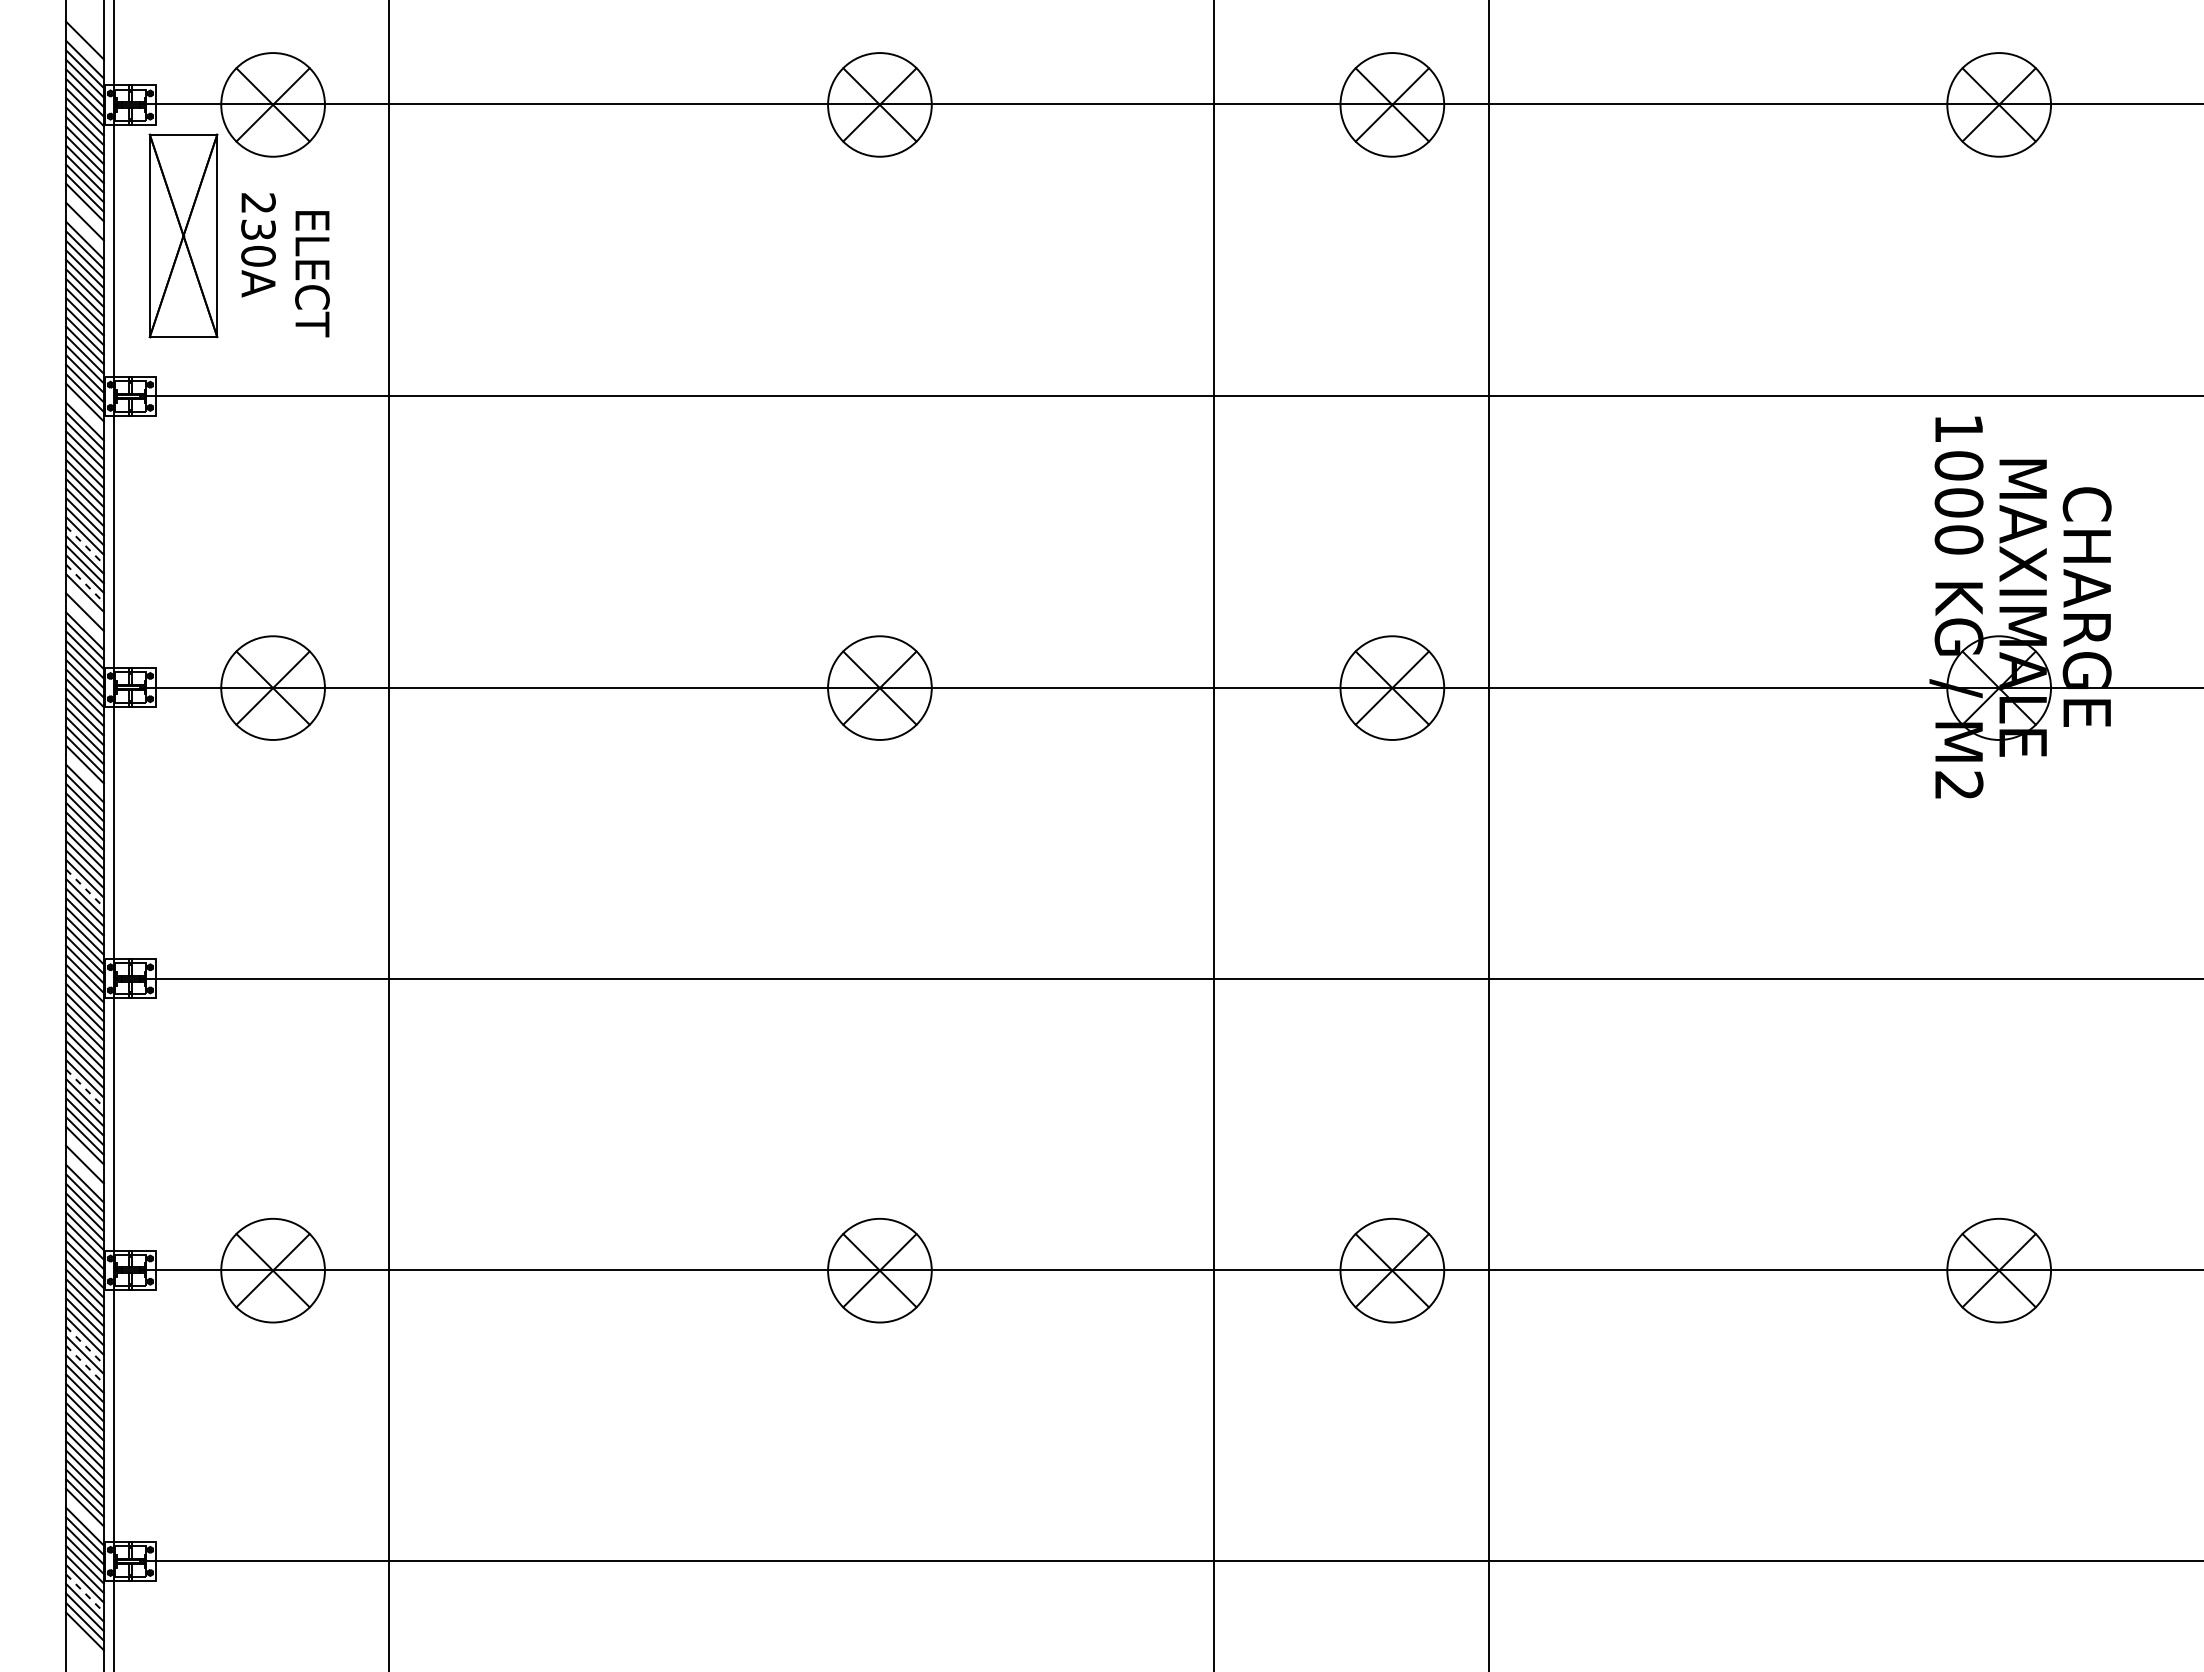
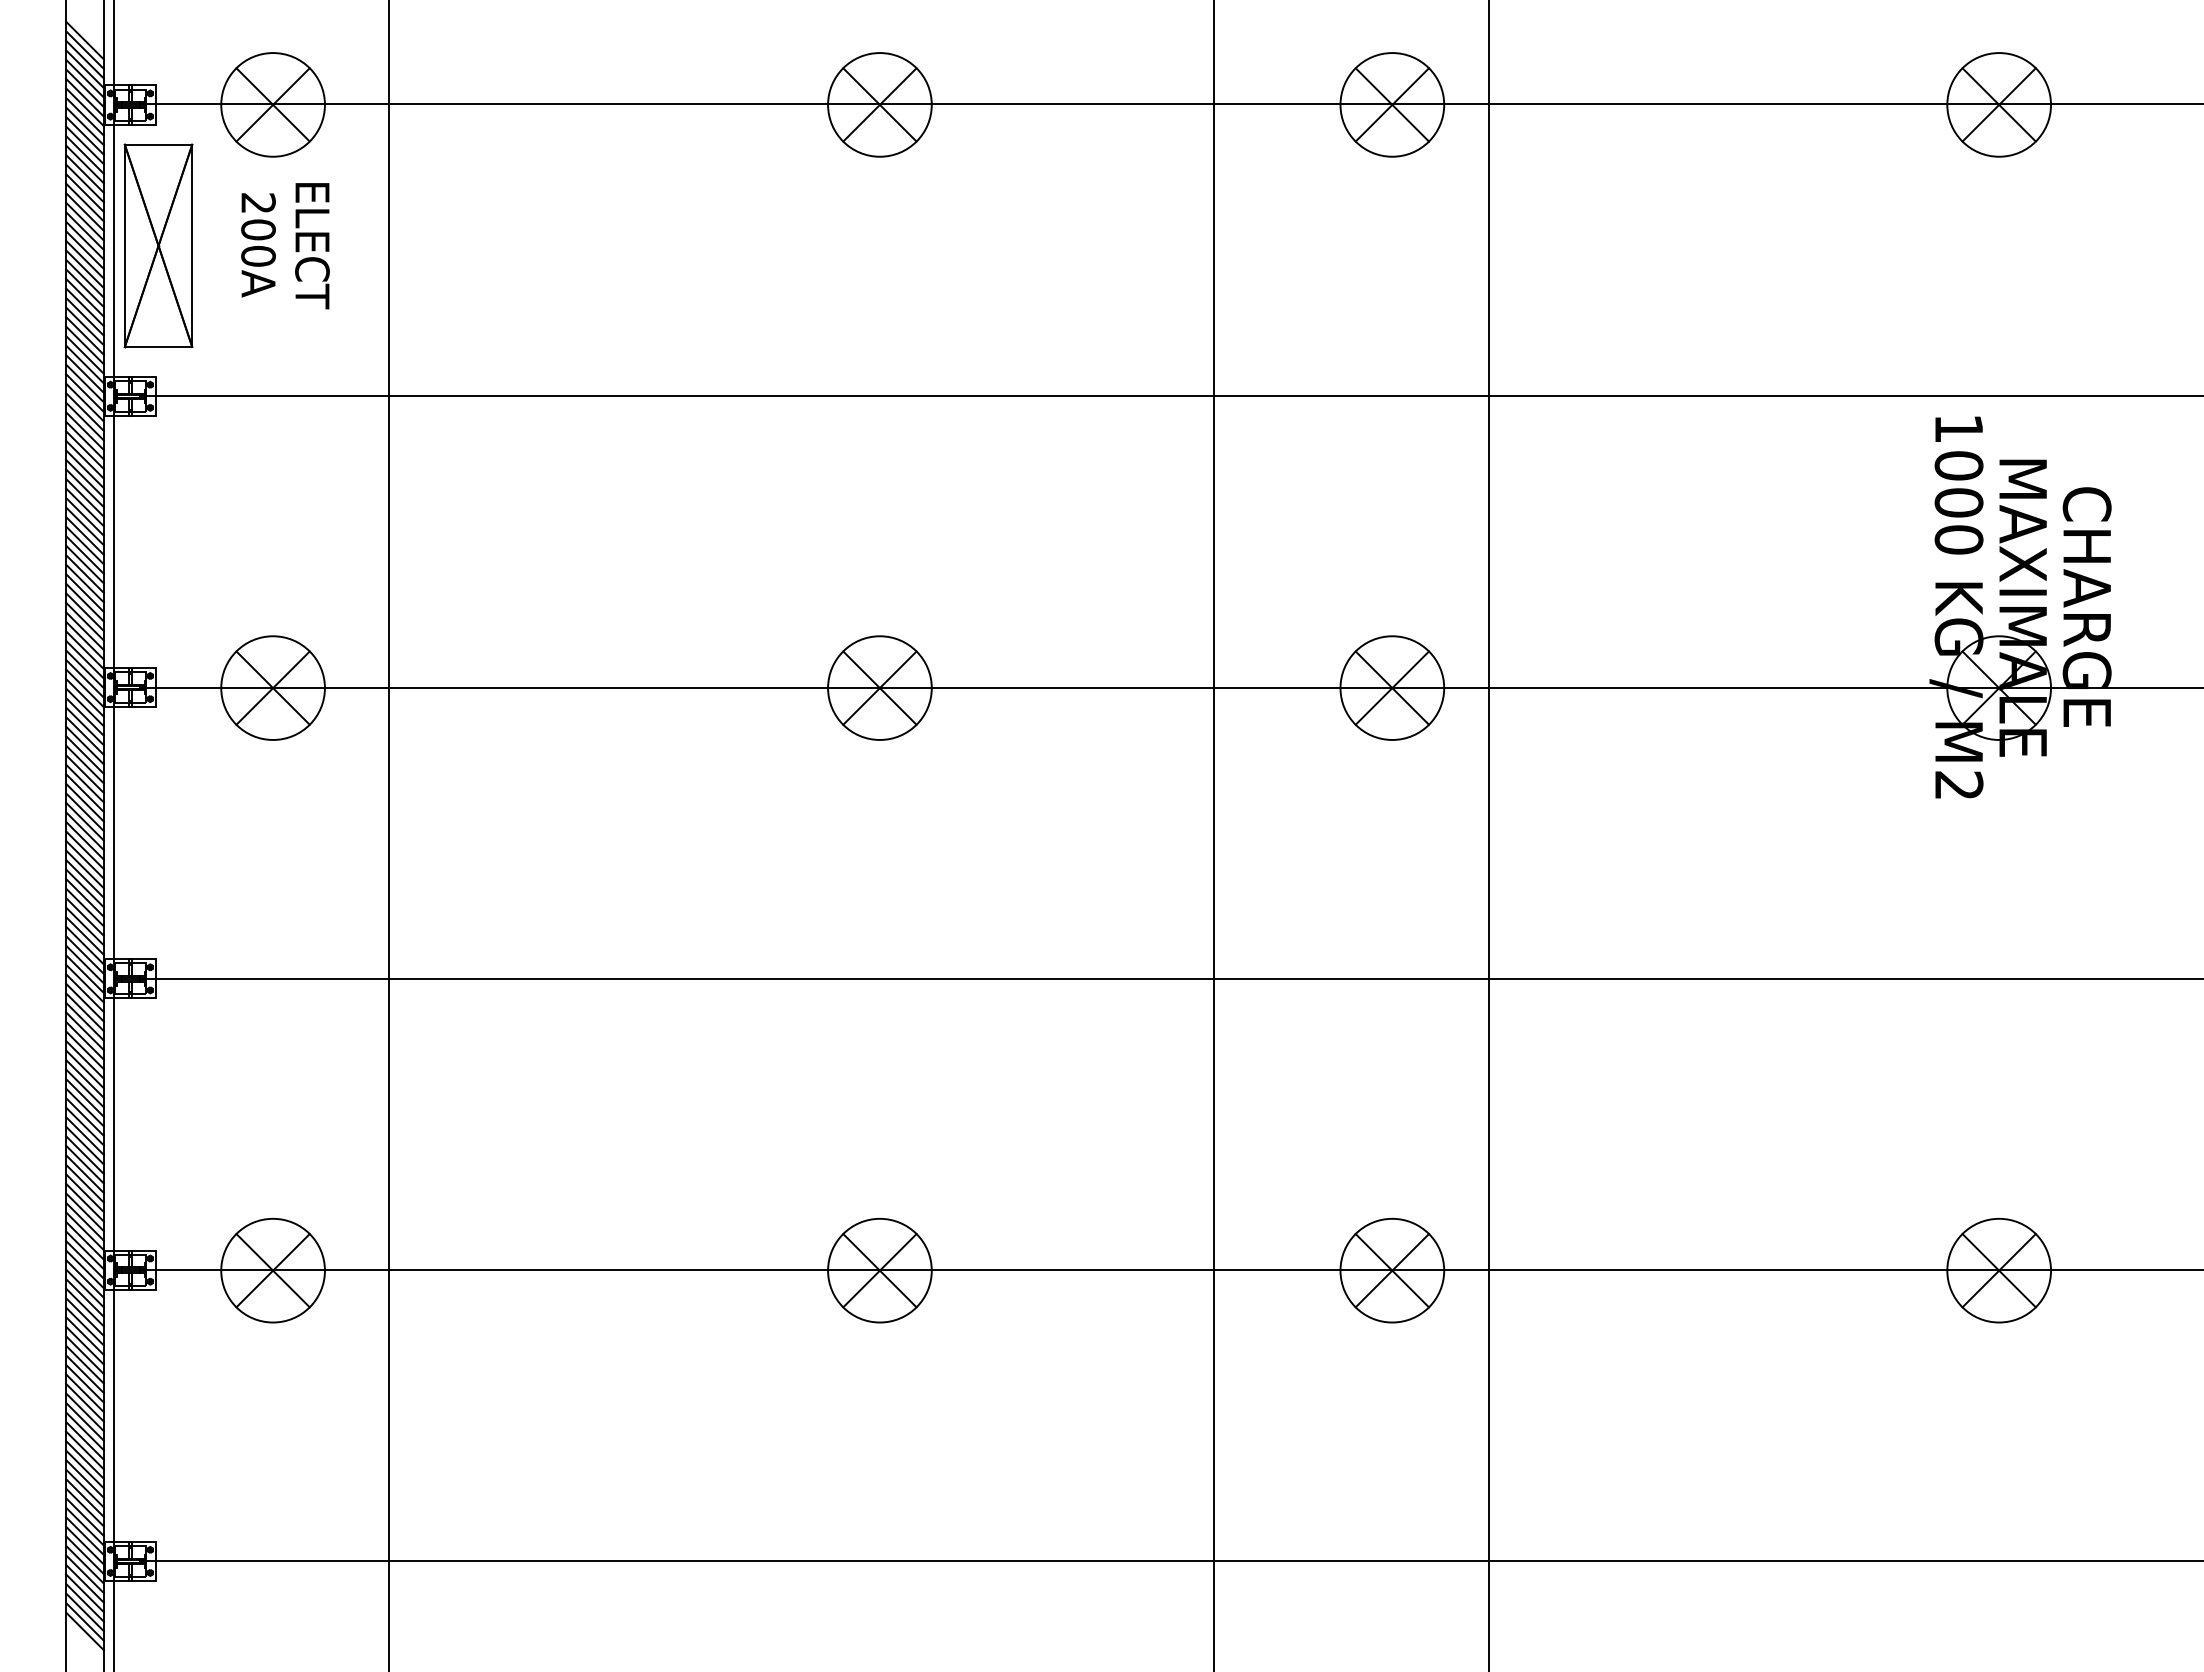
line at (84, 49): none -> present
line at (84, 211): none -> present
text at (258, 229): 230A -> 200A
line at (84, 231): none -> present
part at (183, 235) position: (183, 235) -> (158, 245)
text at (312, 274) position: (312, 274) -> (312, 246)
line at (84, 411): none -> present
line at (84, 545): dashed -> solid
line at (84, 583): dashed -> solid
line at (84, 602): none -> present
line at (84, 621): none -> present
line at (84, 773): none -> present
line at (84, 888): dashed -> solid
line at (84, 1088): dashed -> solid
line at (84, 1154): none -> present
line at (84, 1174): none -> present
line at (84, 1345): dashed -> solid
line at (84, 1364): dashed -> solid
line at (84, 1516): none -> present
line at (84, 1593): dashed -> solid
